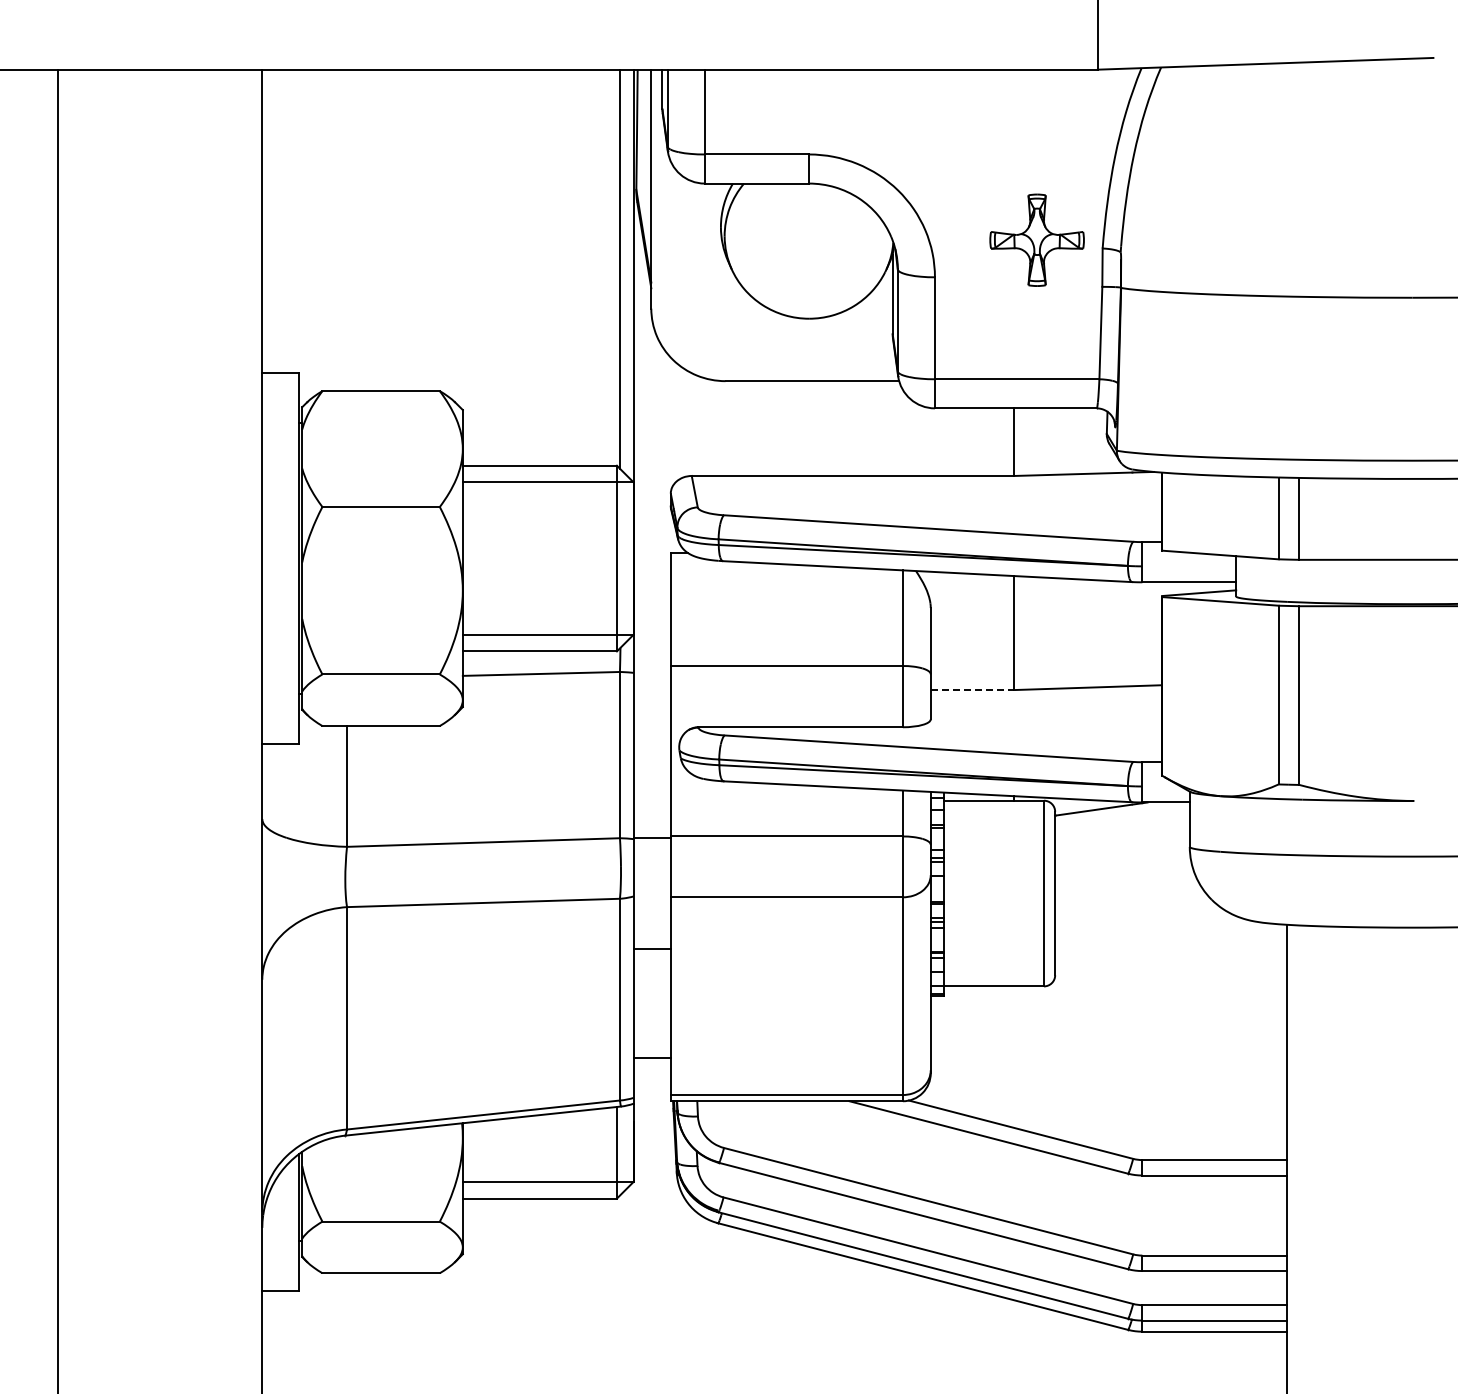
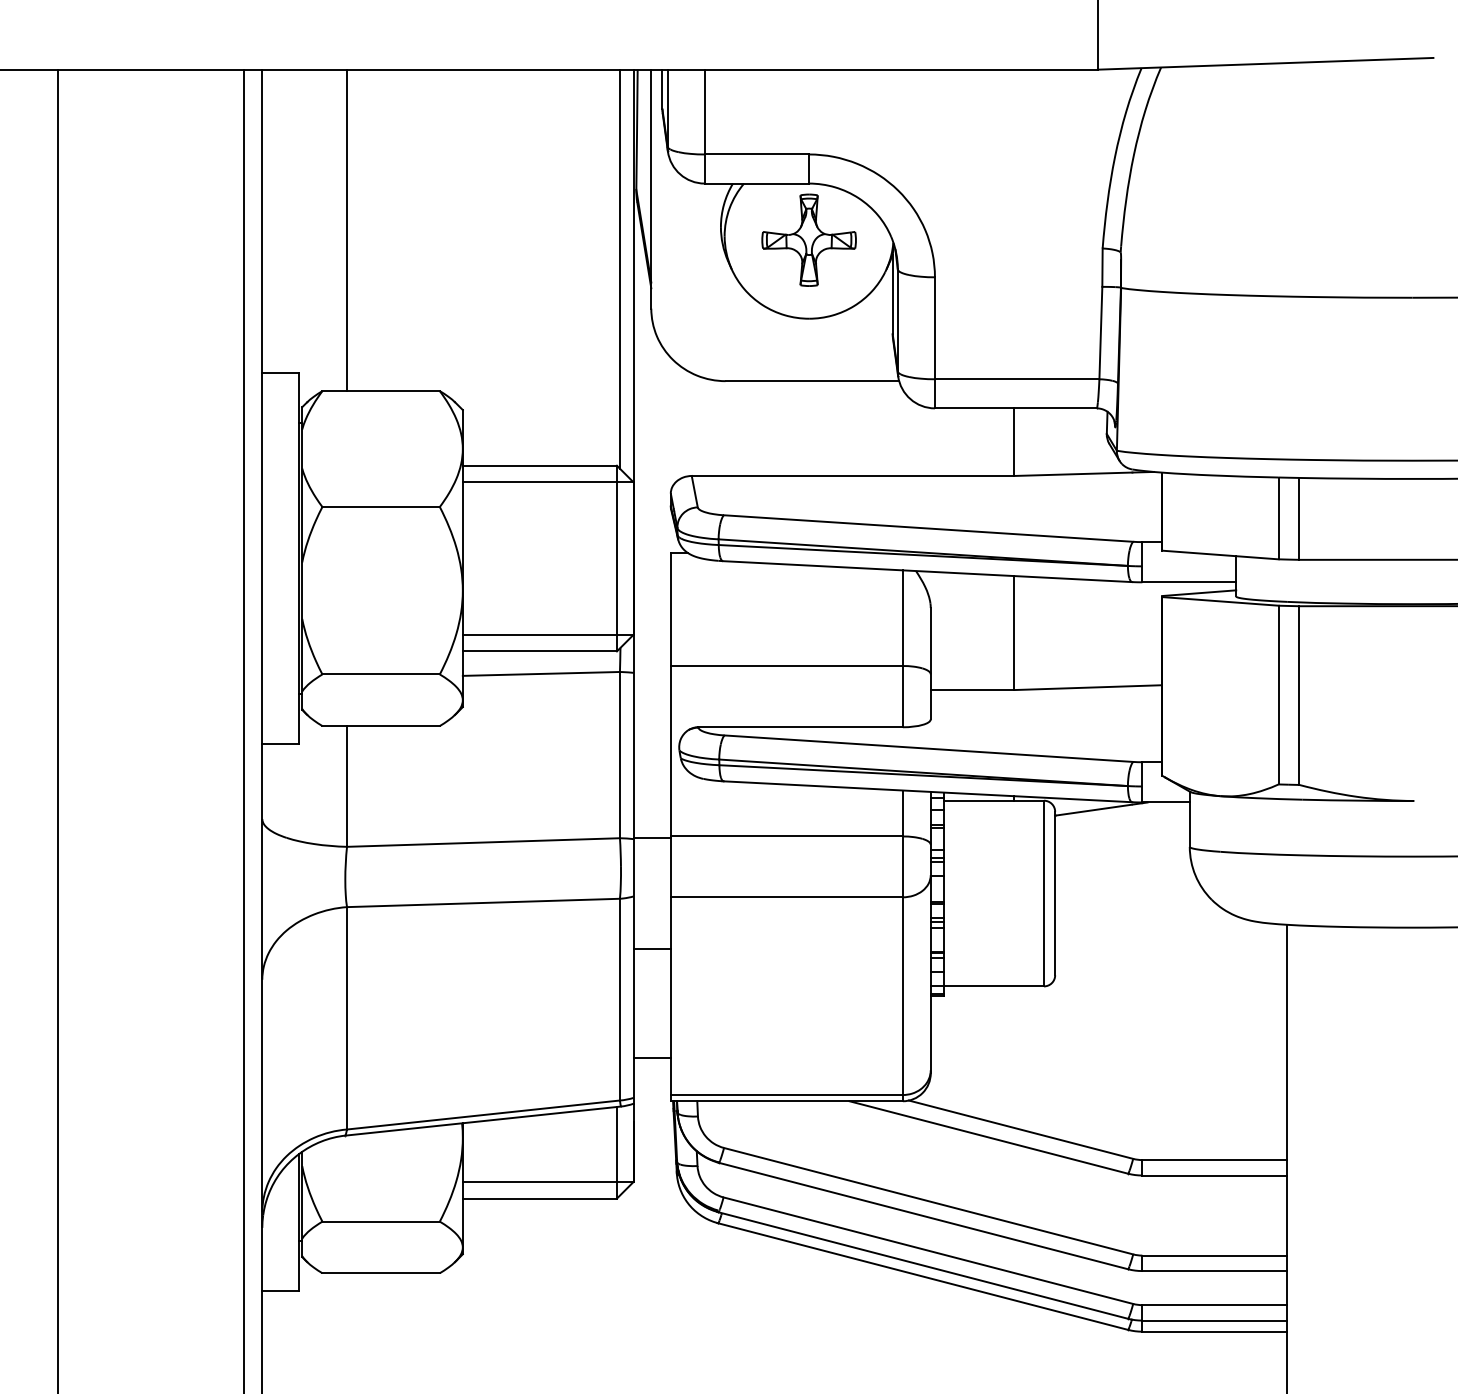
line at (347, 230): none -> present
part at (1036, 239) position: (1036, 239) -> (808, 239)
line at (972, 690): dashed -> solid
line at (243, 729): none -> present
